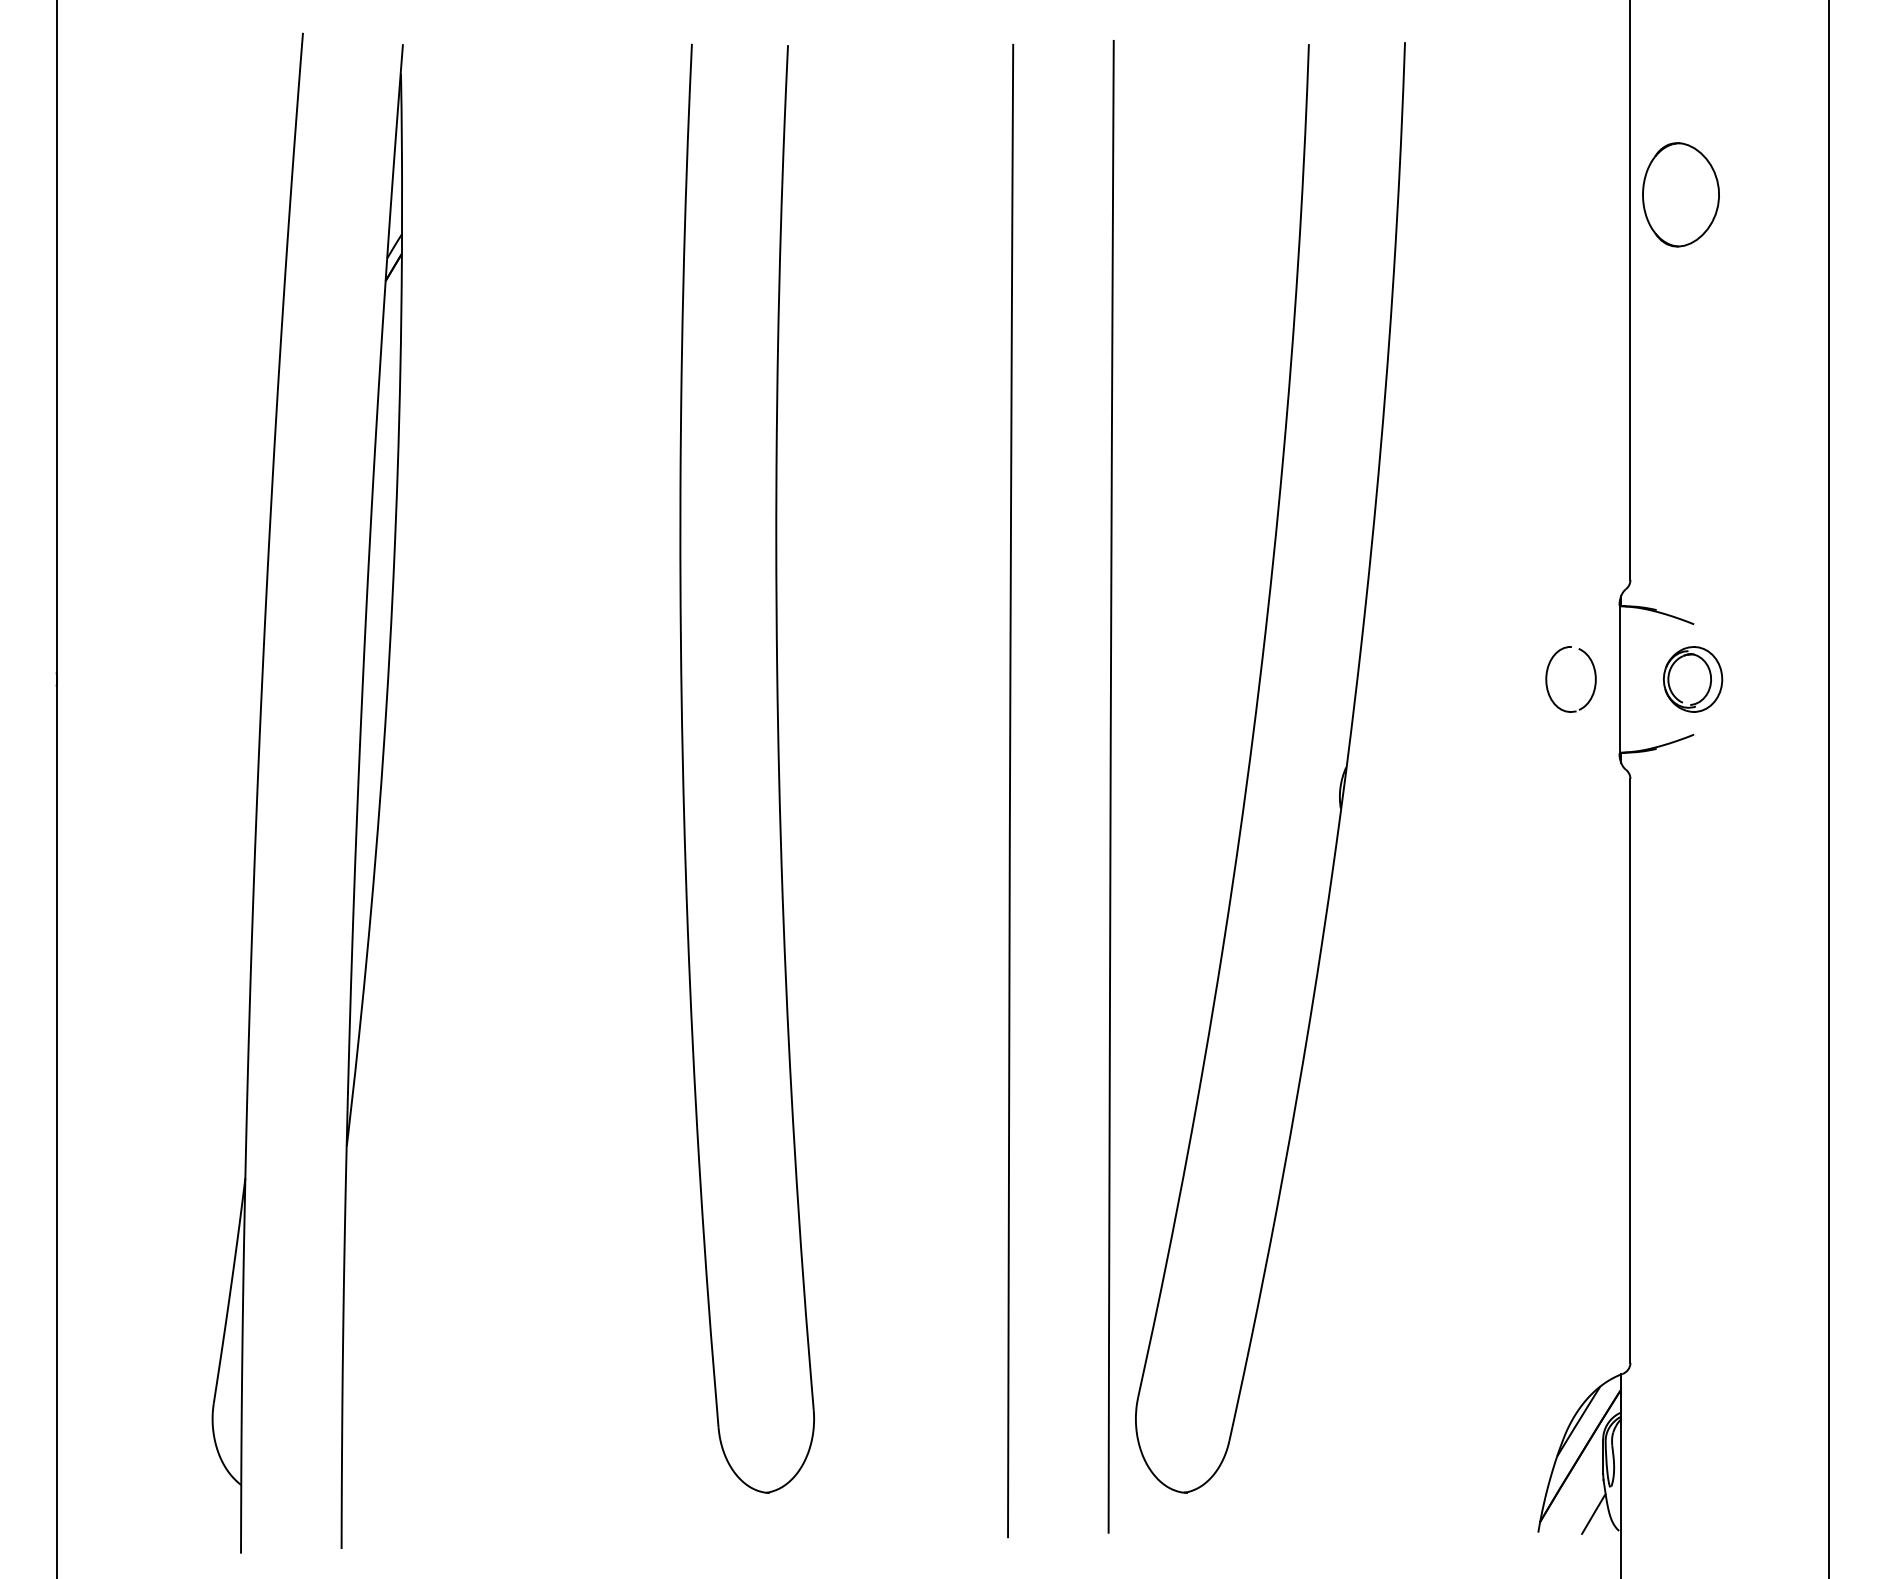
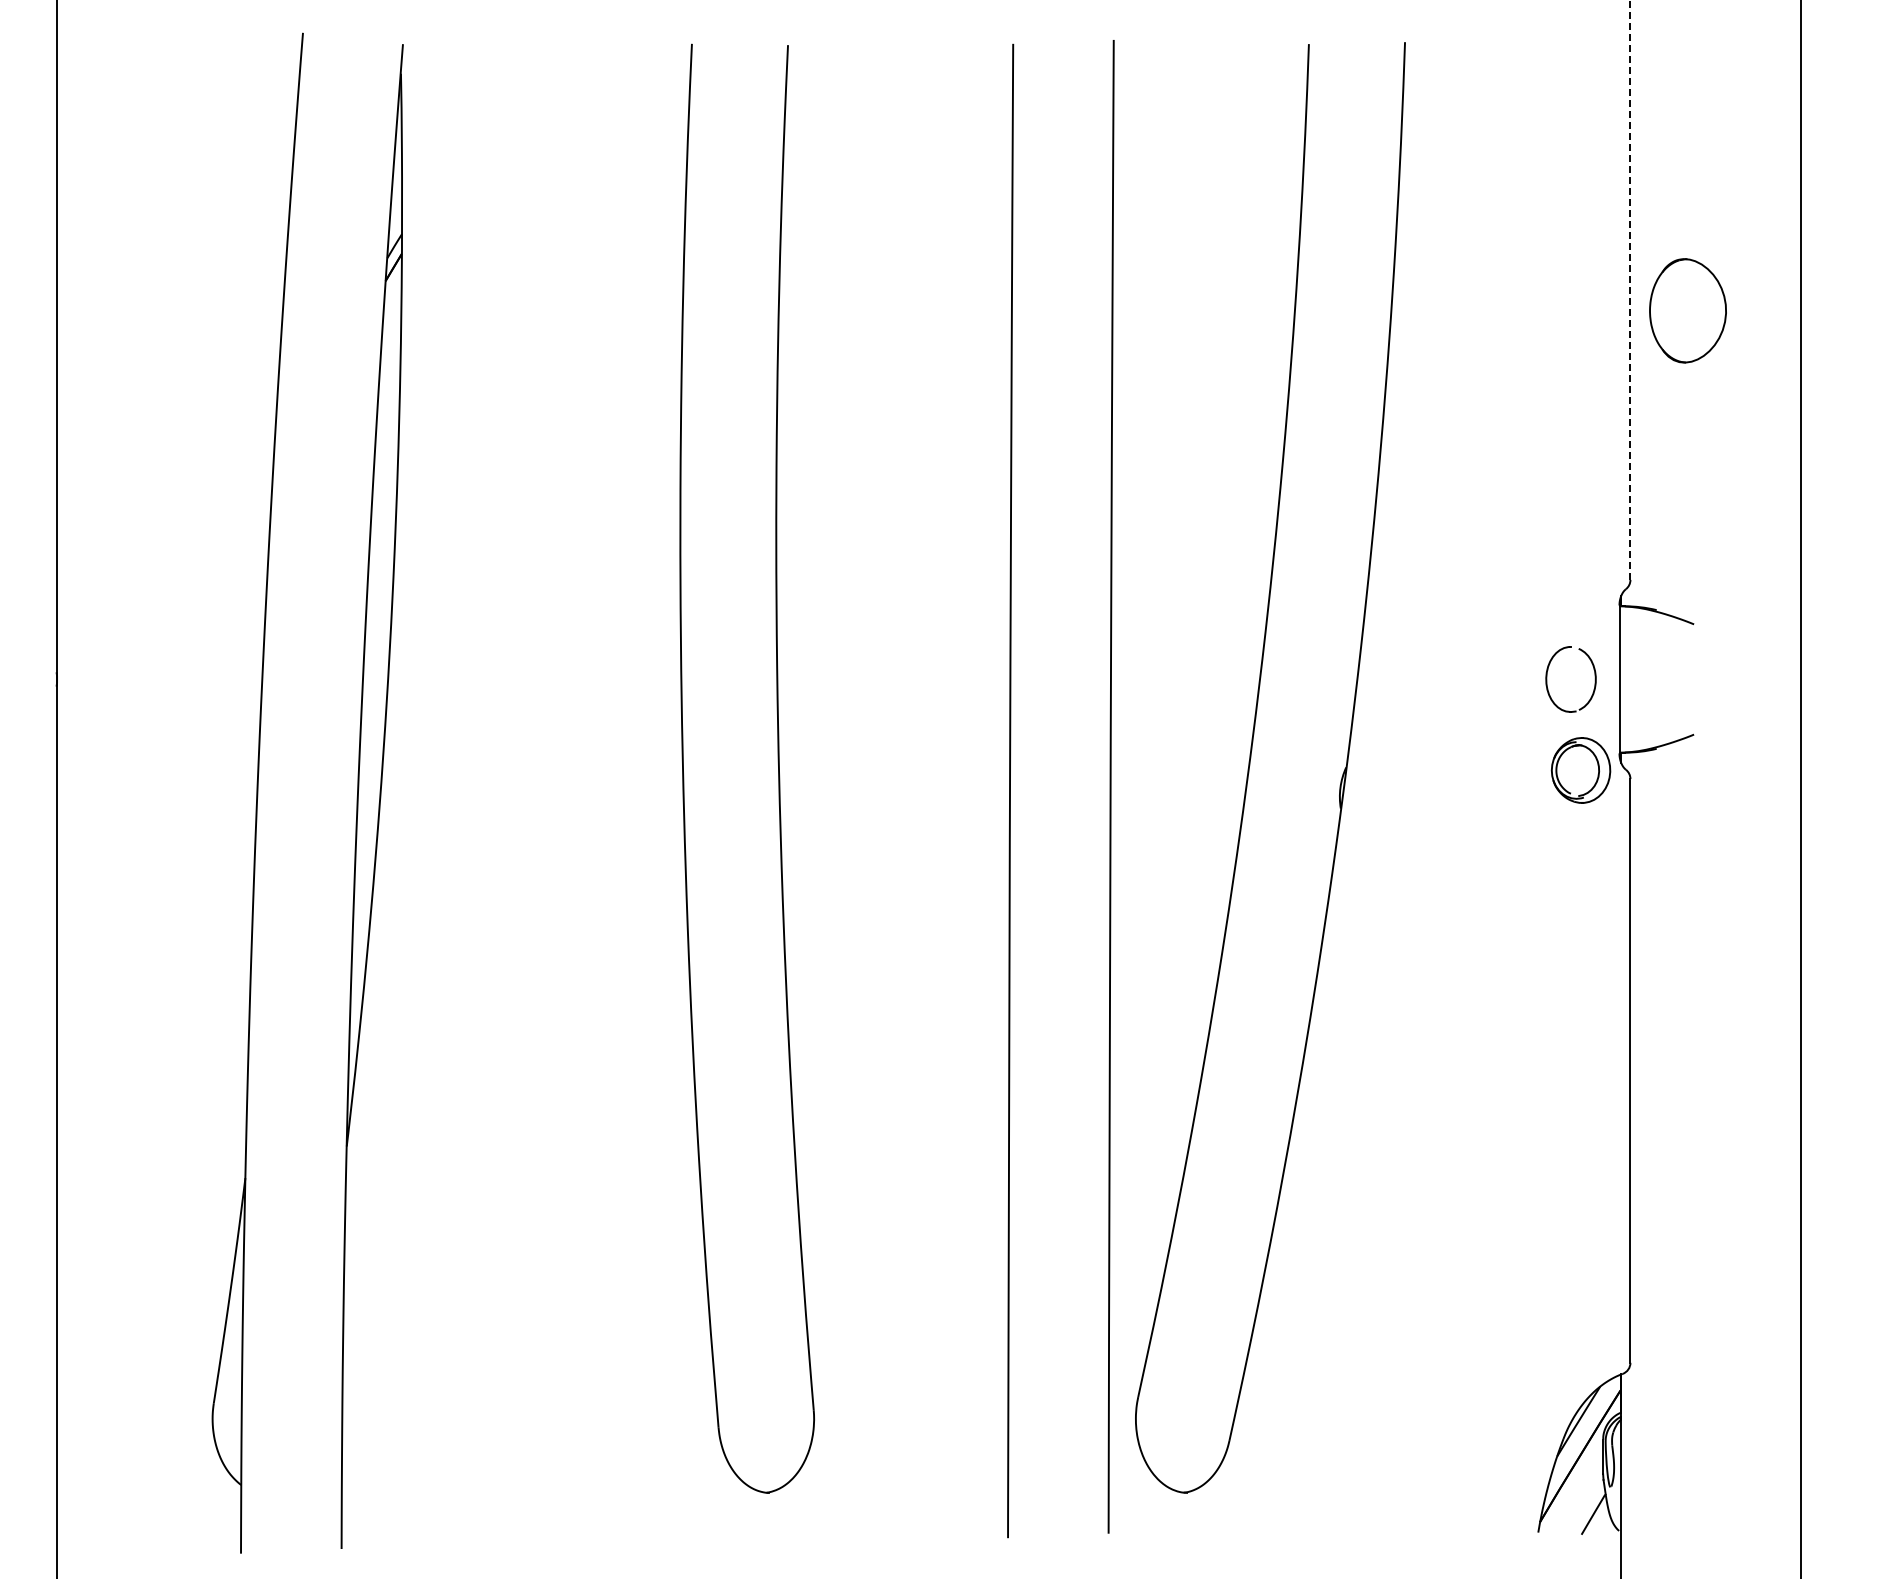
part at (1680, 194) position: (1680, 194) -> (1687, 310)
line at (1630, 289): solid -> dashed
part at (1692, 679) position: (1692, 679) -> (1580, 770)
line at (1829, 788) position: (1829, 788) -> (1801, 788)
